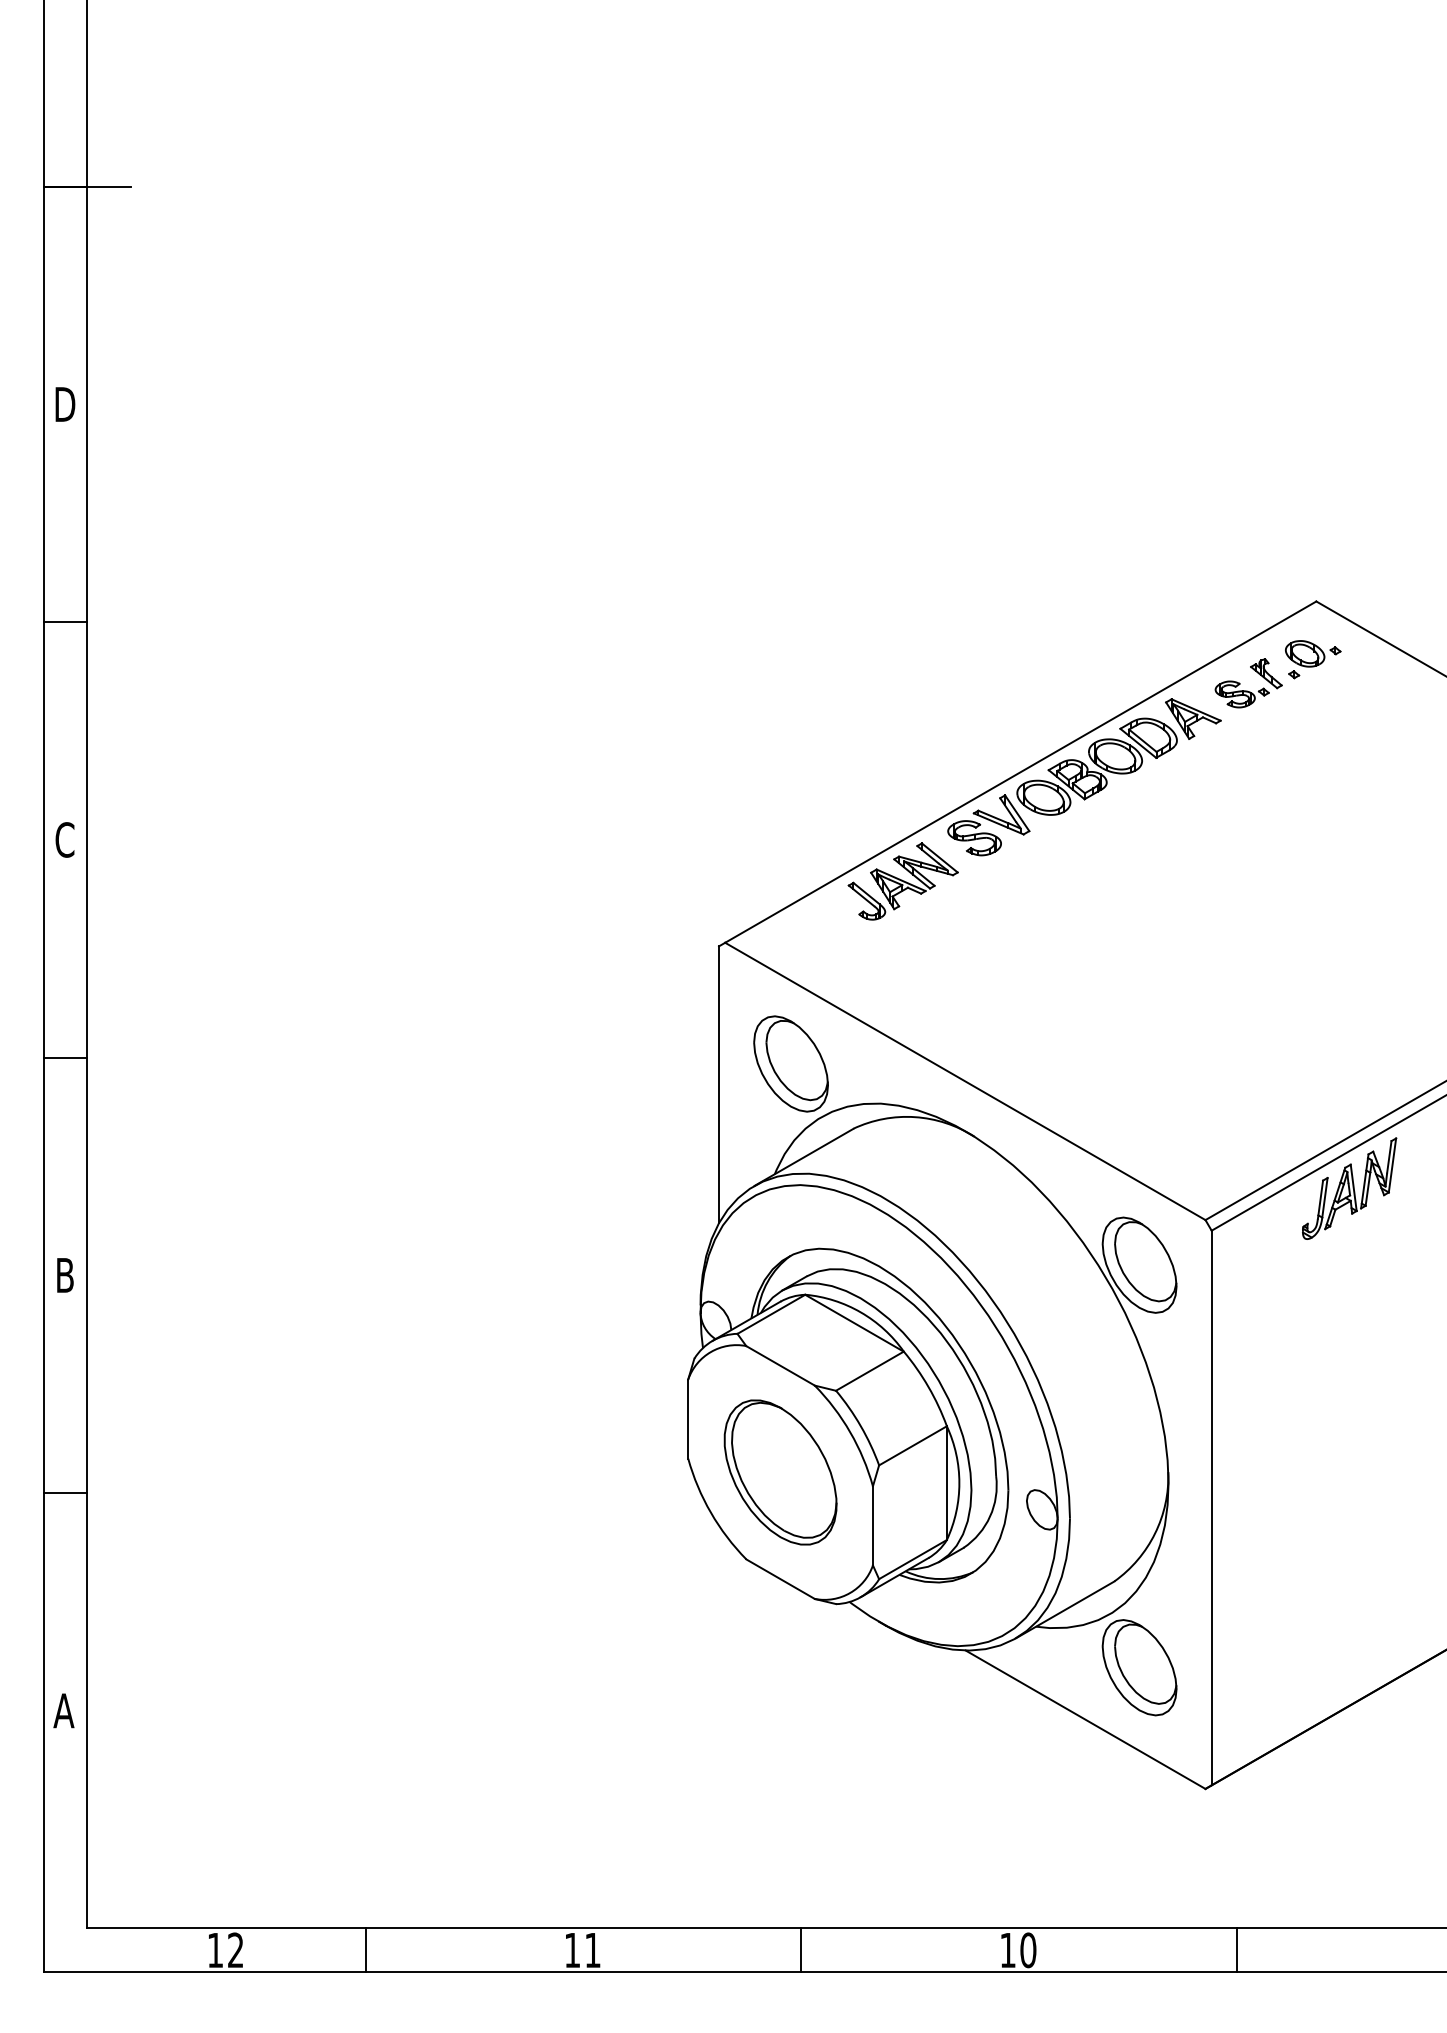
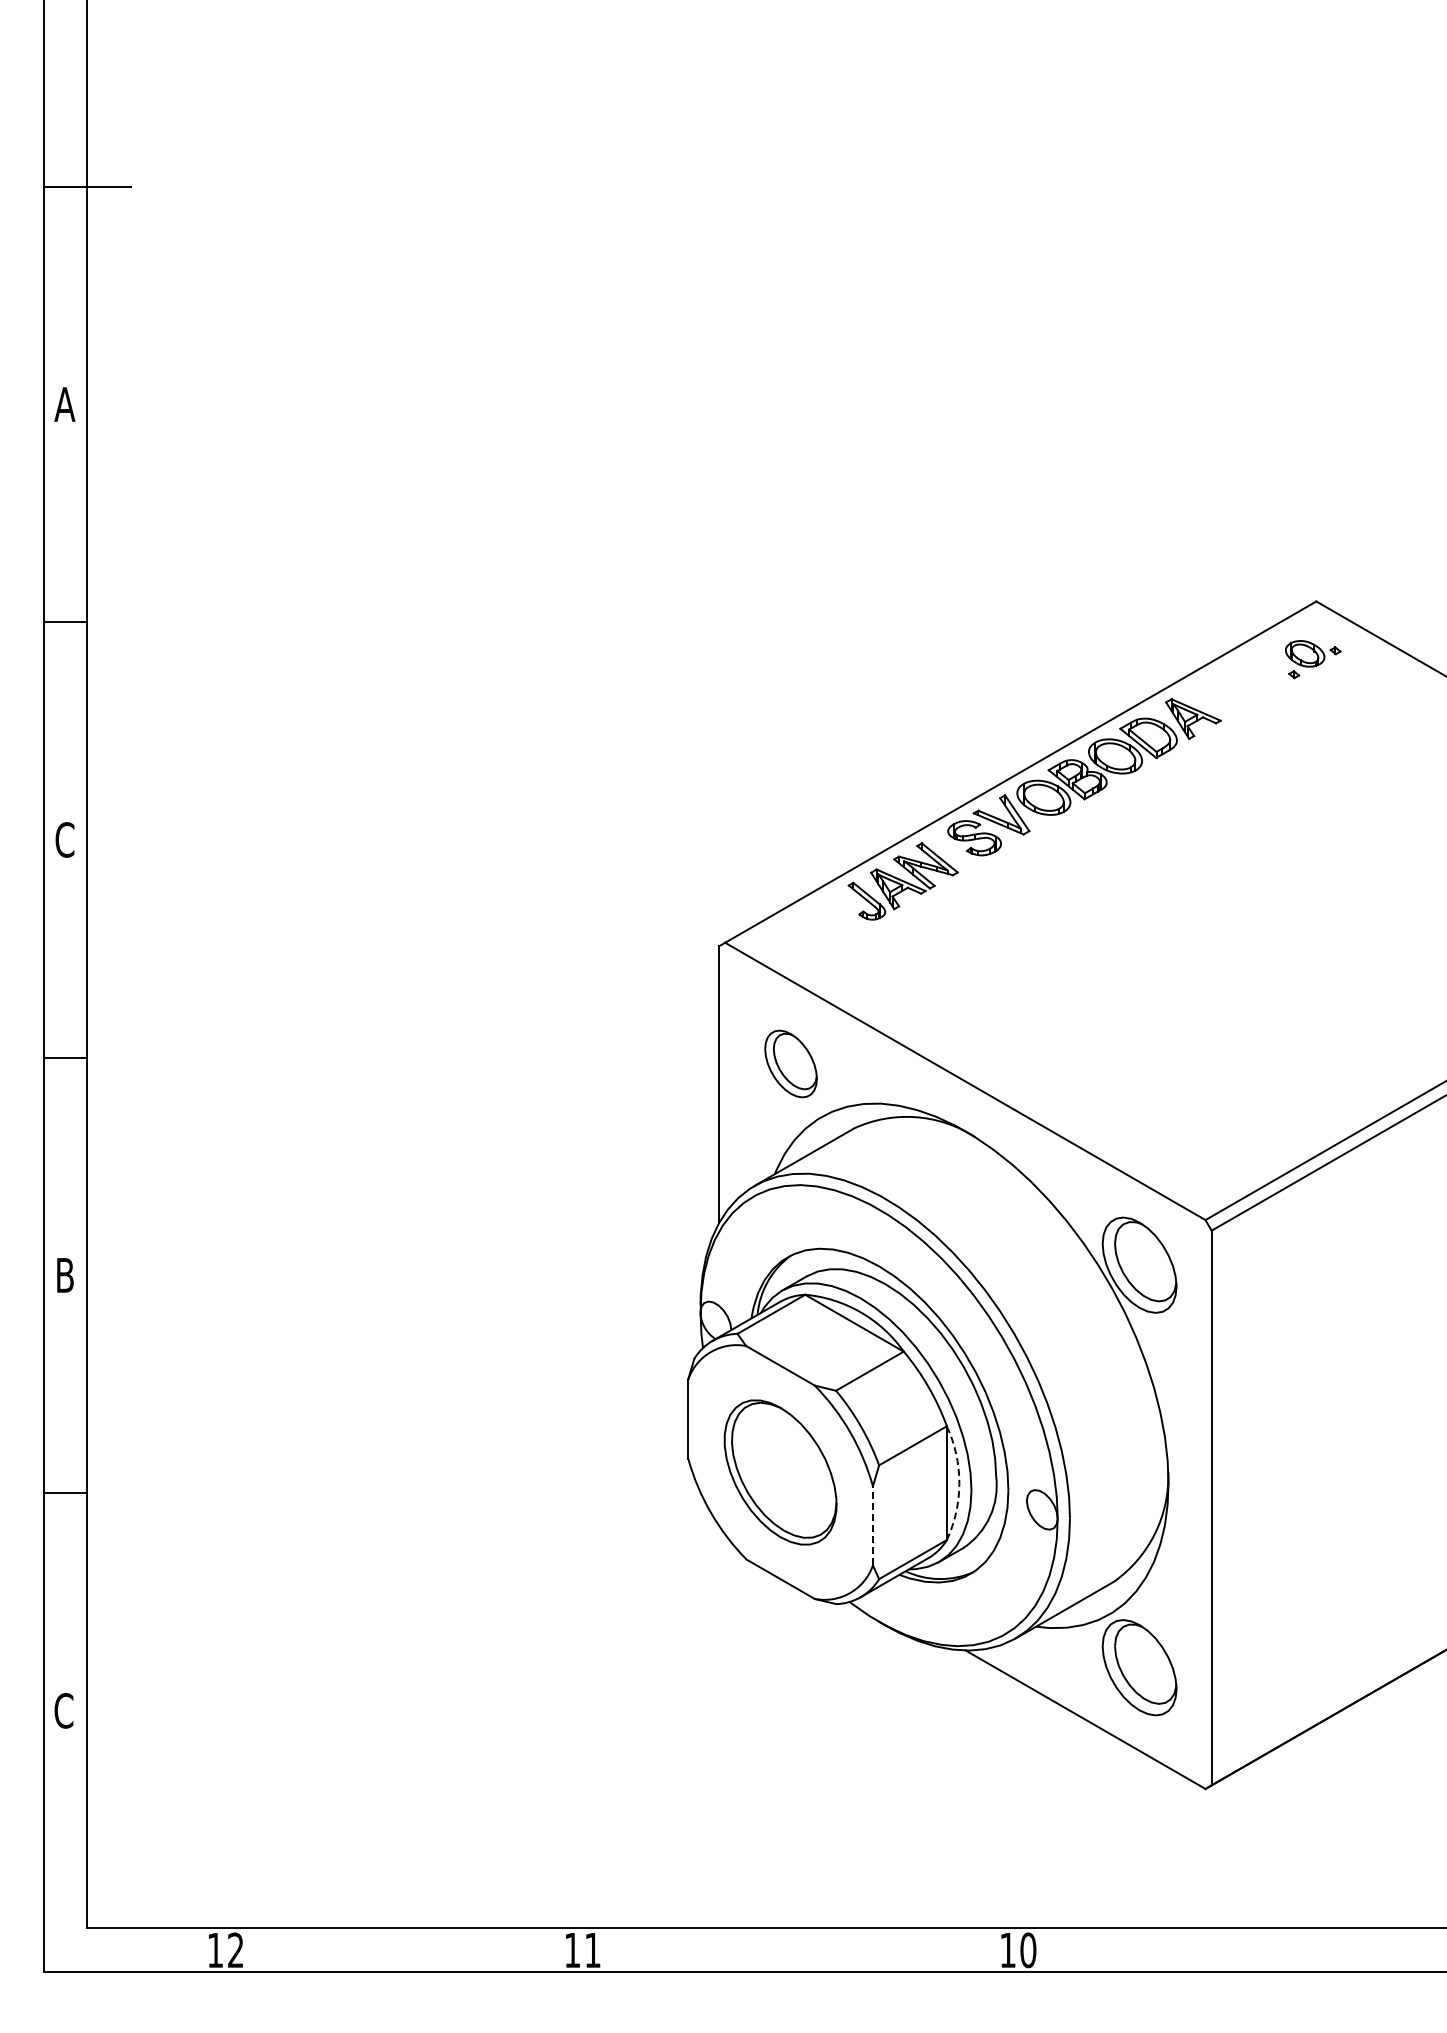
text at (64, 404): D -> A
part at (1247, 690): present -> none
part at (790, 1063) size: 76x98 px -> 54x70 px
part at (1349, 1188): present -> none
arc at (959, 1483): solid -> dashed
line at (872, 1525): solid -> dashed
text at (63, 1710): A -> C
line at (365, 1950): present -> none
line at (801, 1950): present -> none
line at (1236, 1950): present -> none
